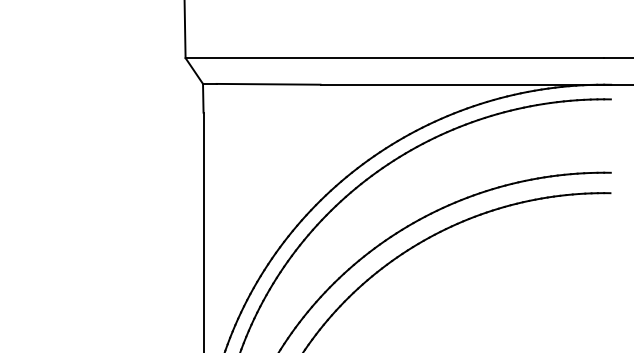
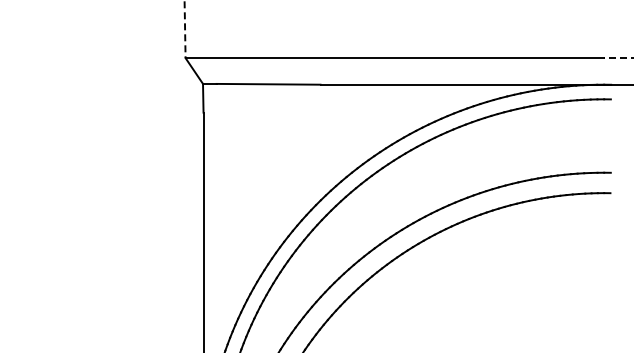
line at (185, 29): solid -> dashed
line at (618, 58): solid -> dashed
